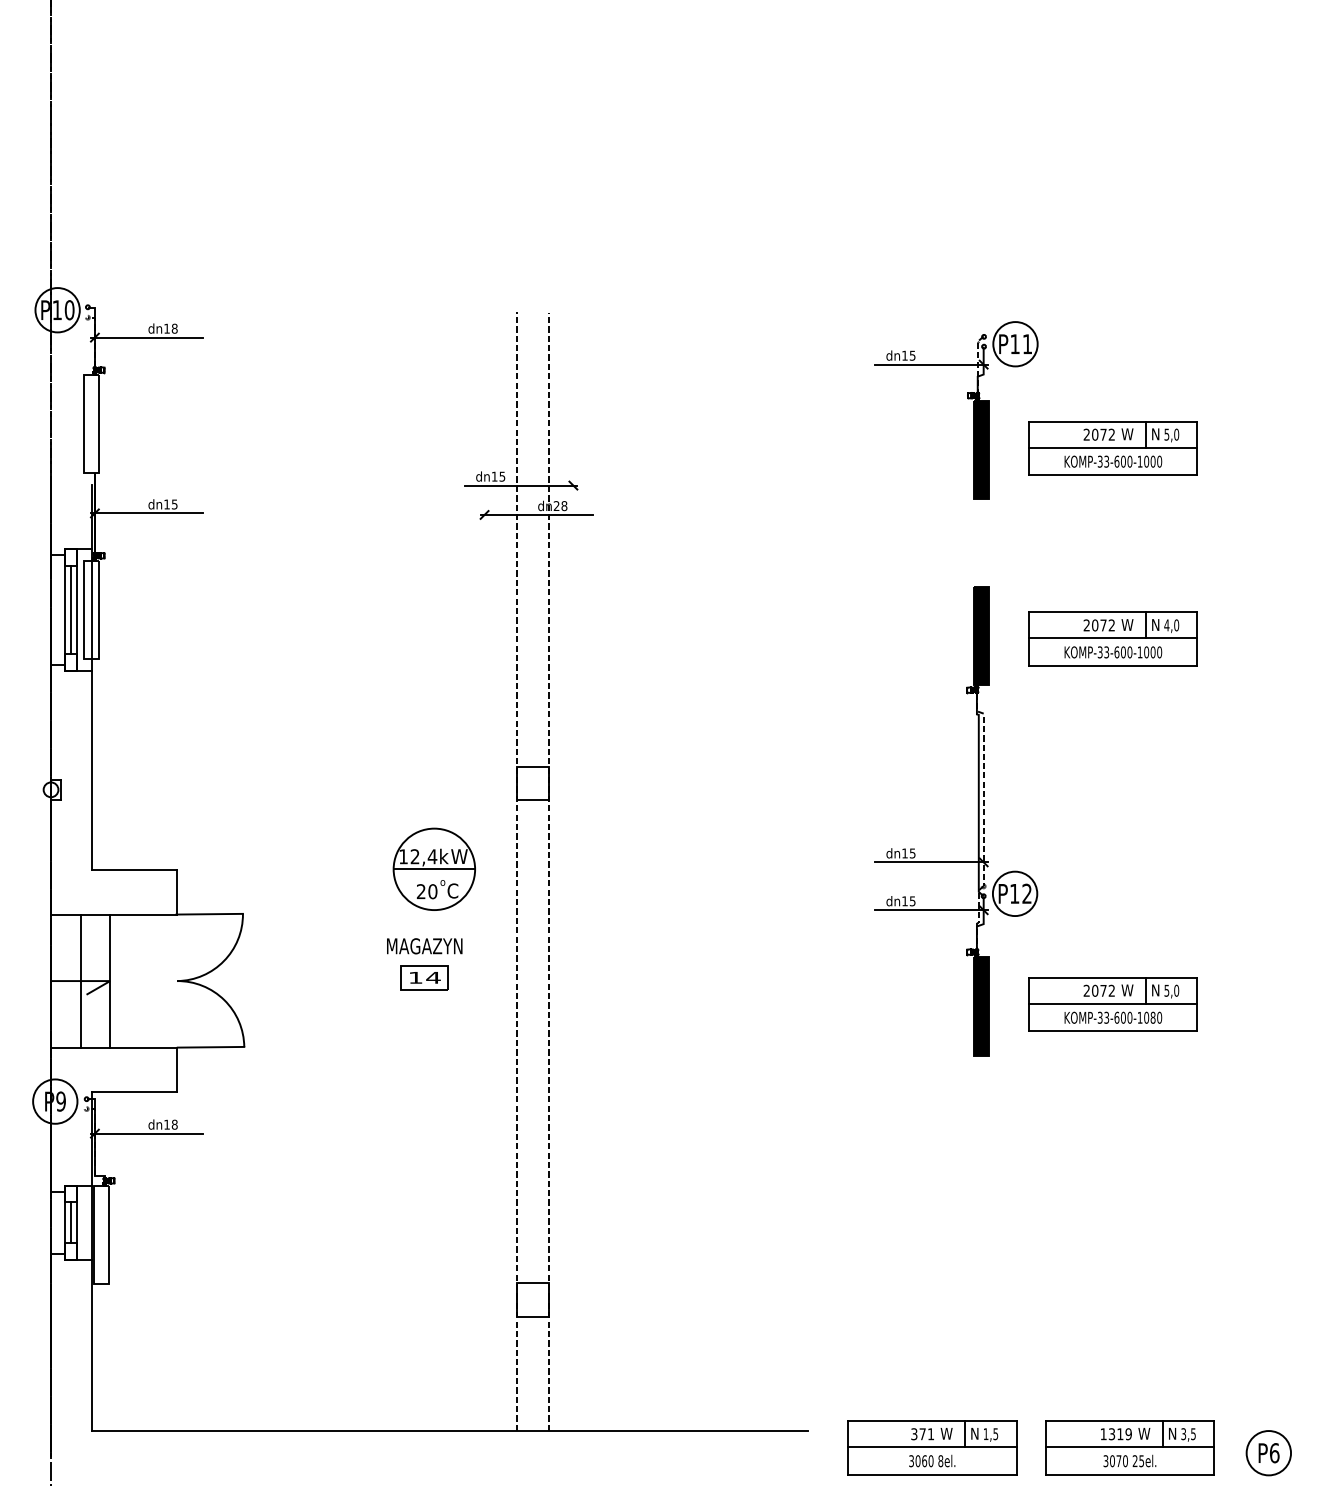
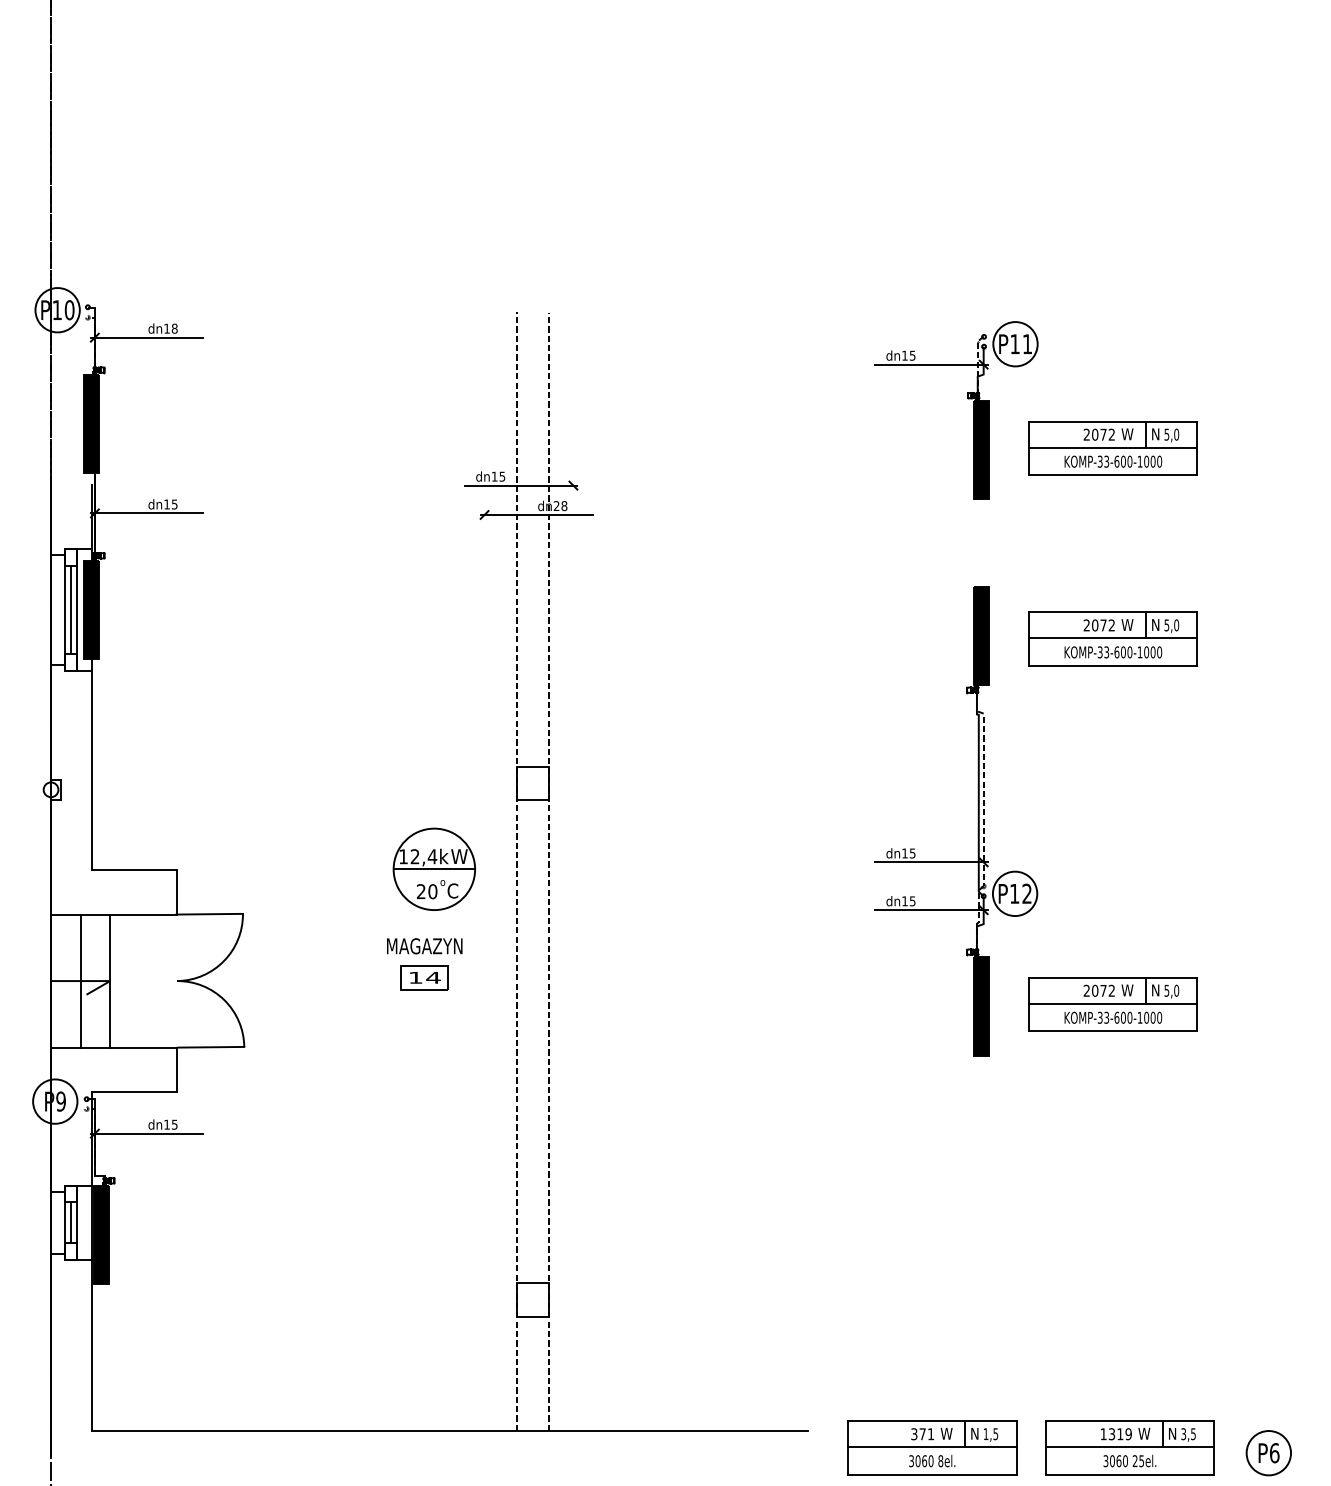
fill at (91, 423): none -> present
fill at (91, 609): none -> present
text at (1166, 625): 4,0 -> 5,0
text at (1152, 1017): KOMP-33-600-1080 -> KOMP-33-600-1000
text at (174, 1124): dn18 -> dn15
fill at (101, 1234): none -> present
text at (1118, 1461): 3070 -> 3060
